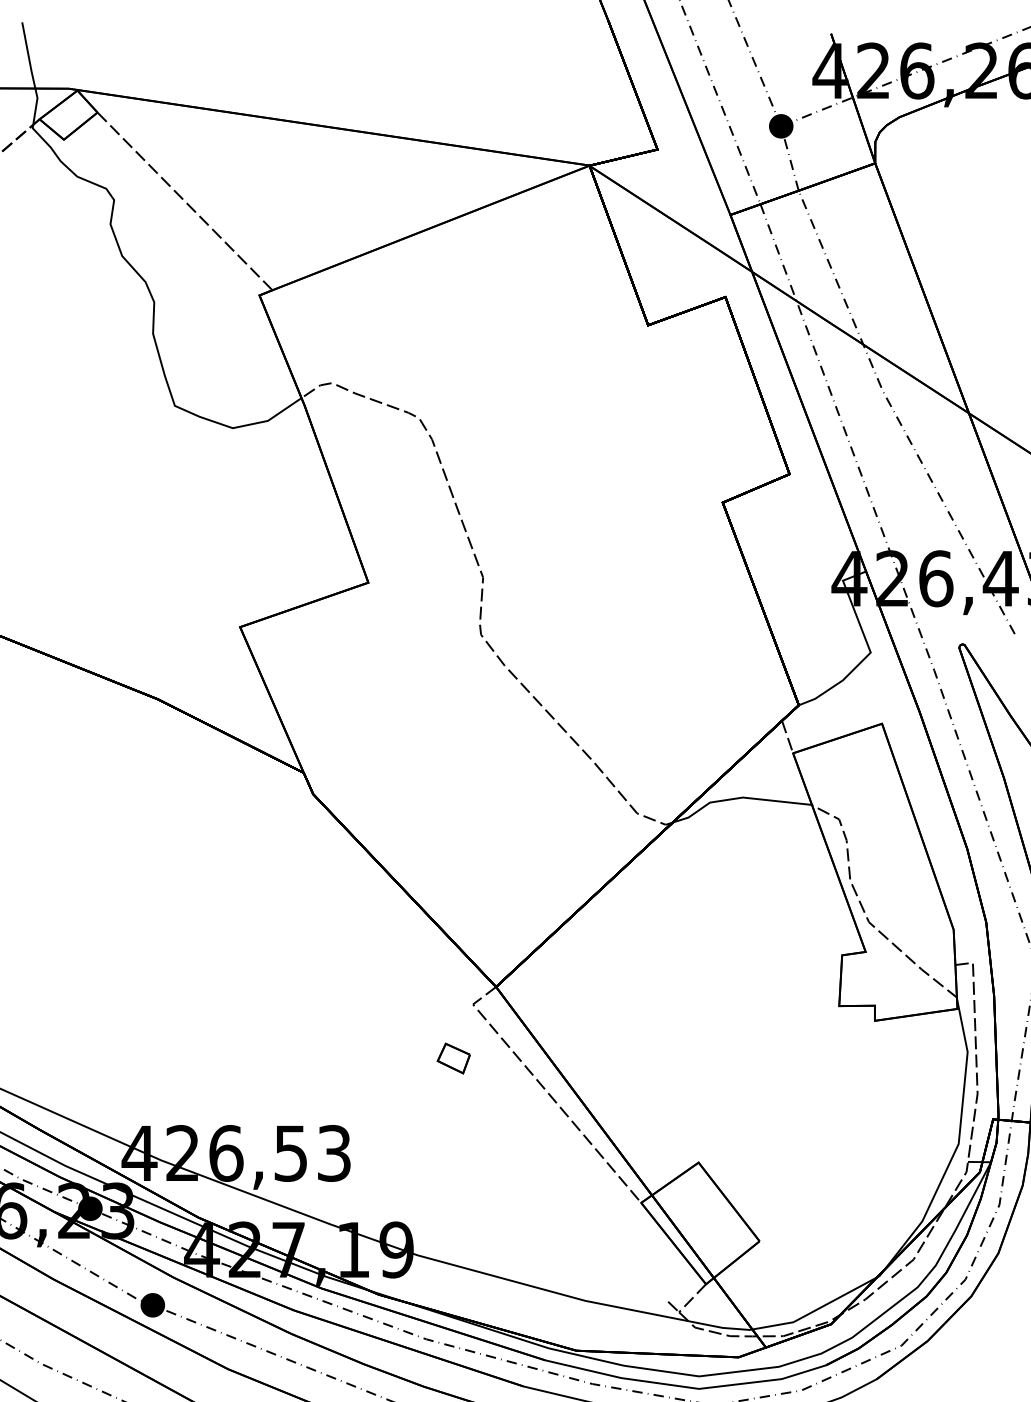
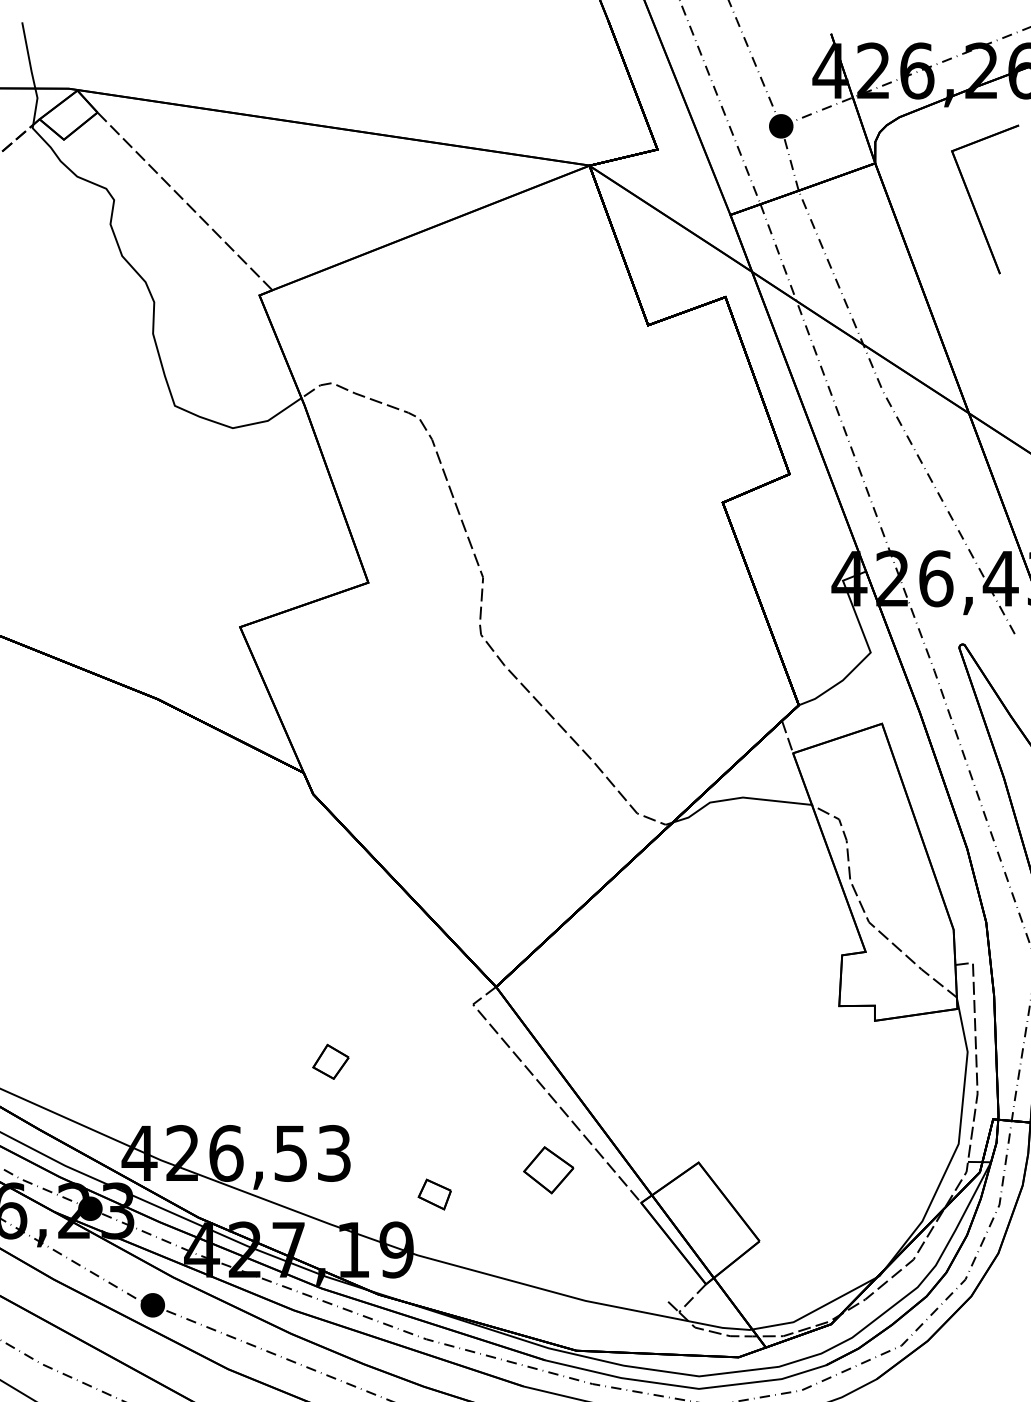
part at (973, 202): none -> present
part at (453, 1058) position: (453, 1058) -> (434, 1194)
part at (330, 1061): none -> present
part at (548, 1170): none -> present
